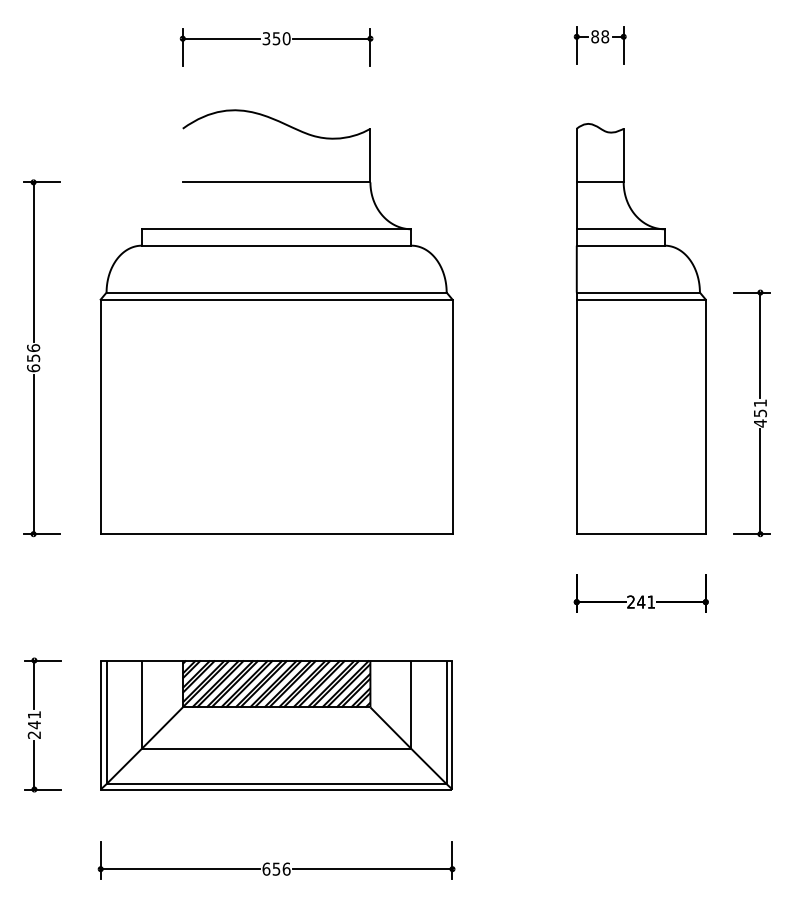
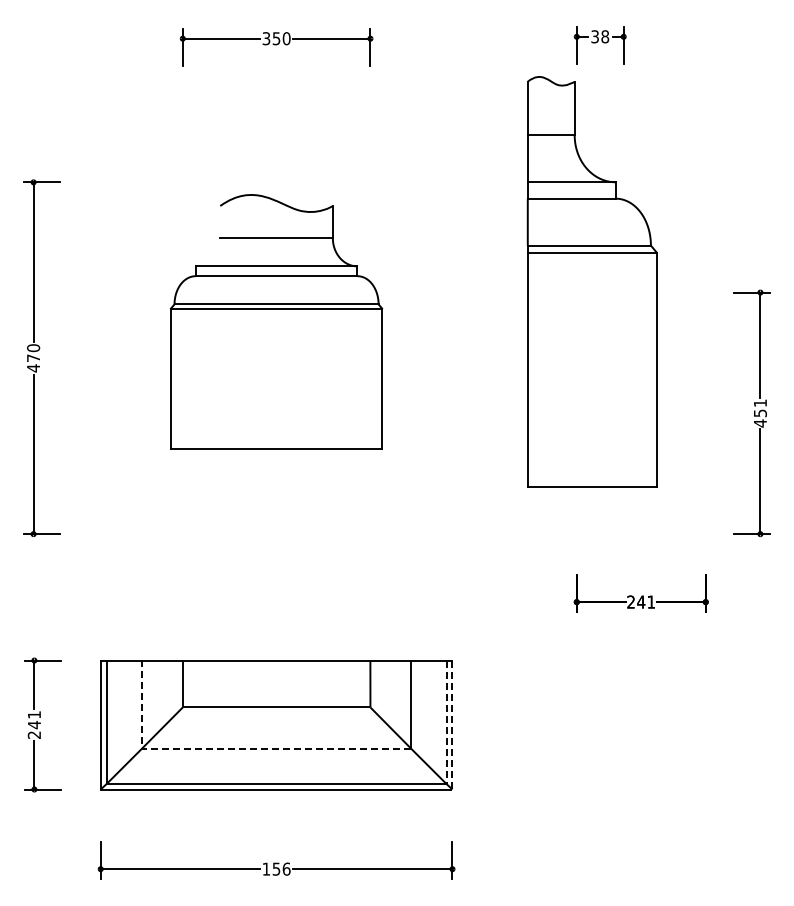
text at (595, 36): 88 -> 38
part at (276, 321) size: 355x426 px -> 214x256 px
part at (640, 328) position: (640, 328) -> (591, 281)
text at (33, 358): 656 -> 470
hatch at (276, 683): present -> none
line at (446, 722): solid -> dashed
line at (452, 725): solid -> dashed
line at (231, 748): solid -> dashed
text at (266, 868): 656 -> 156
